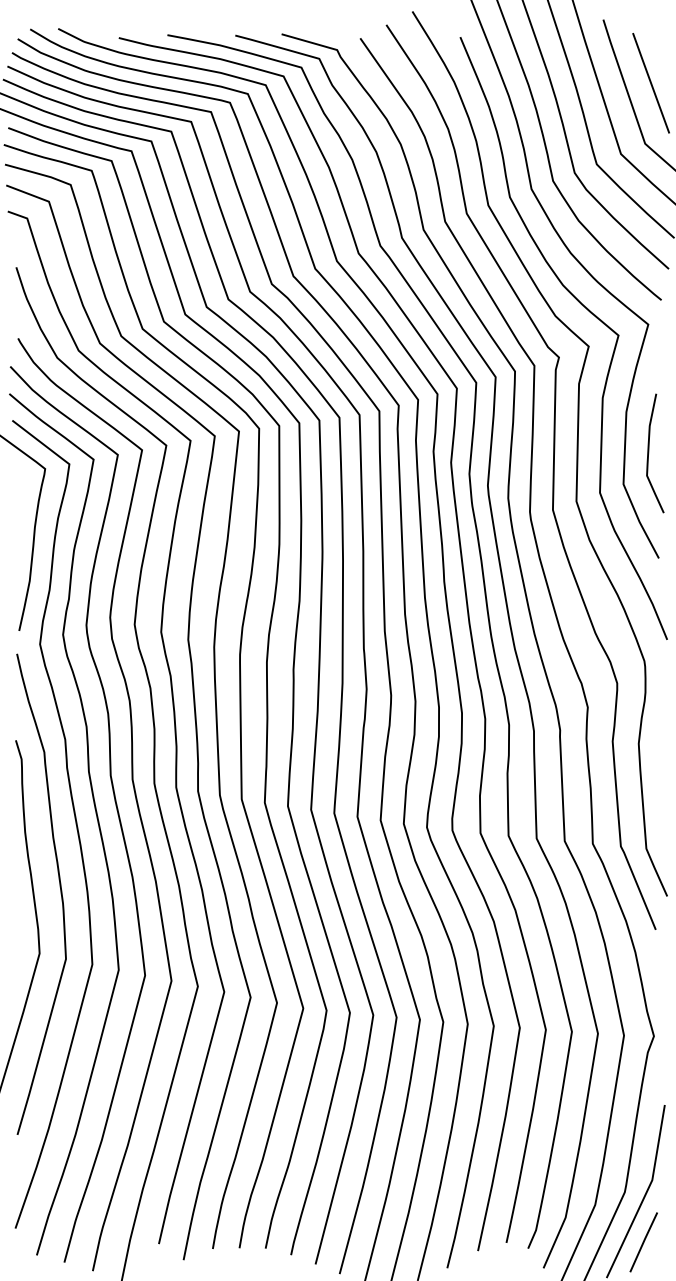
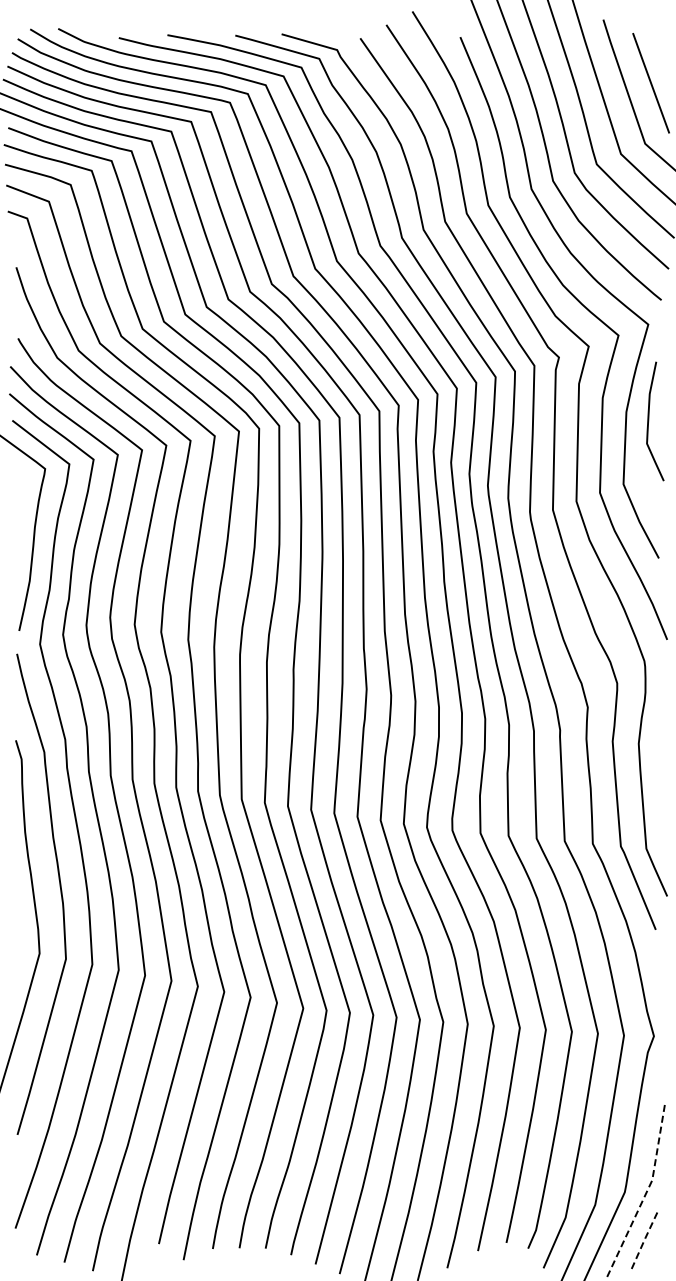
curve at (649, 453) position: (649, 453) -> (649, 421)
line at (645, 1193): solid -> dashed
line at (643, 1242): solid -> dashed
